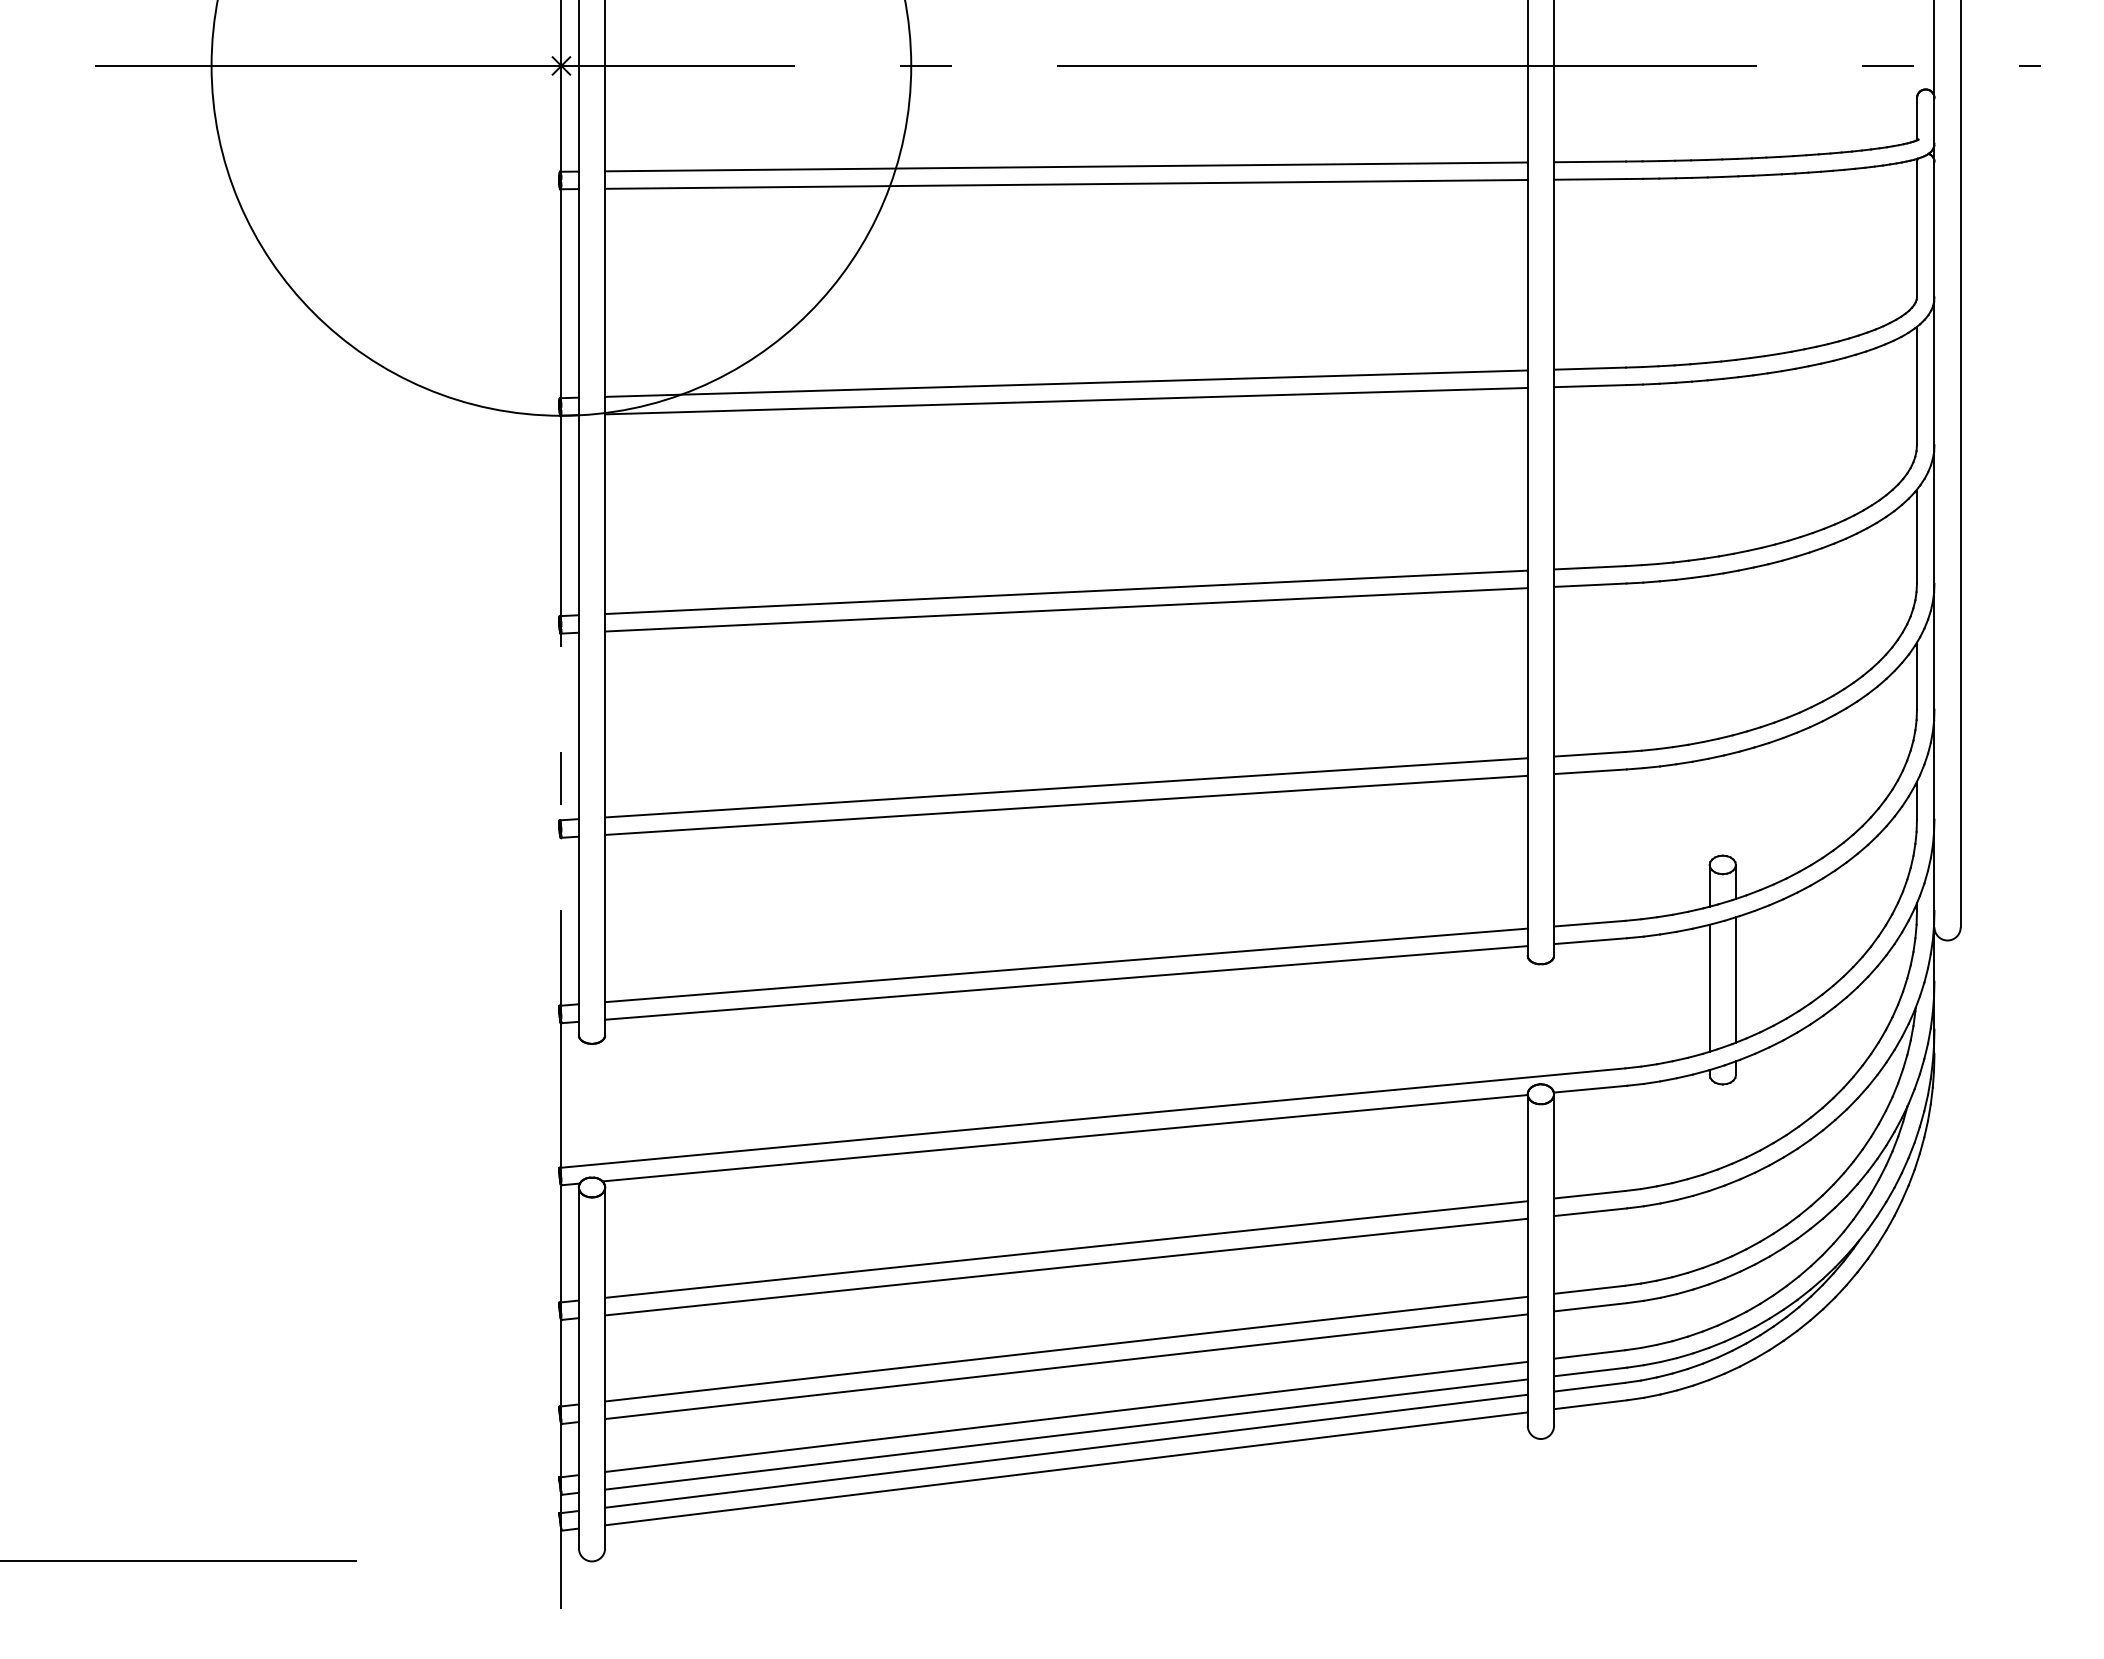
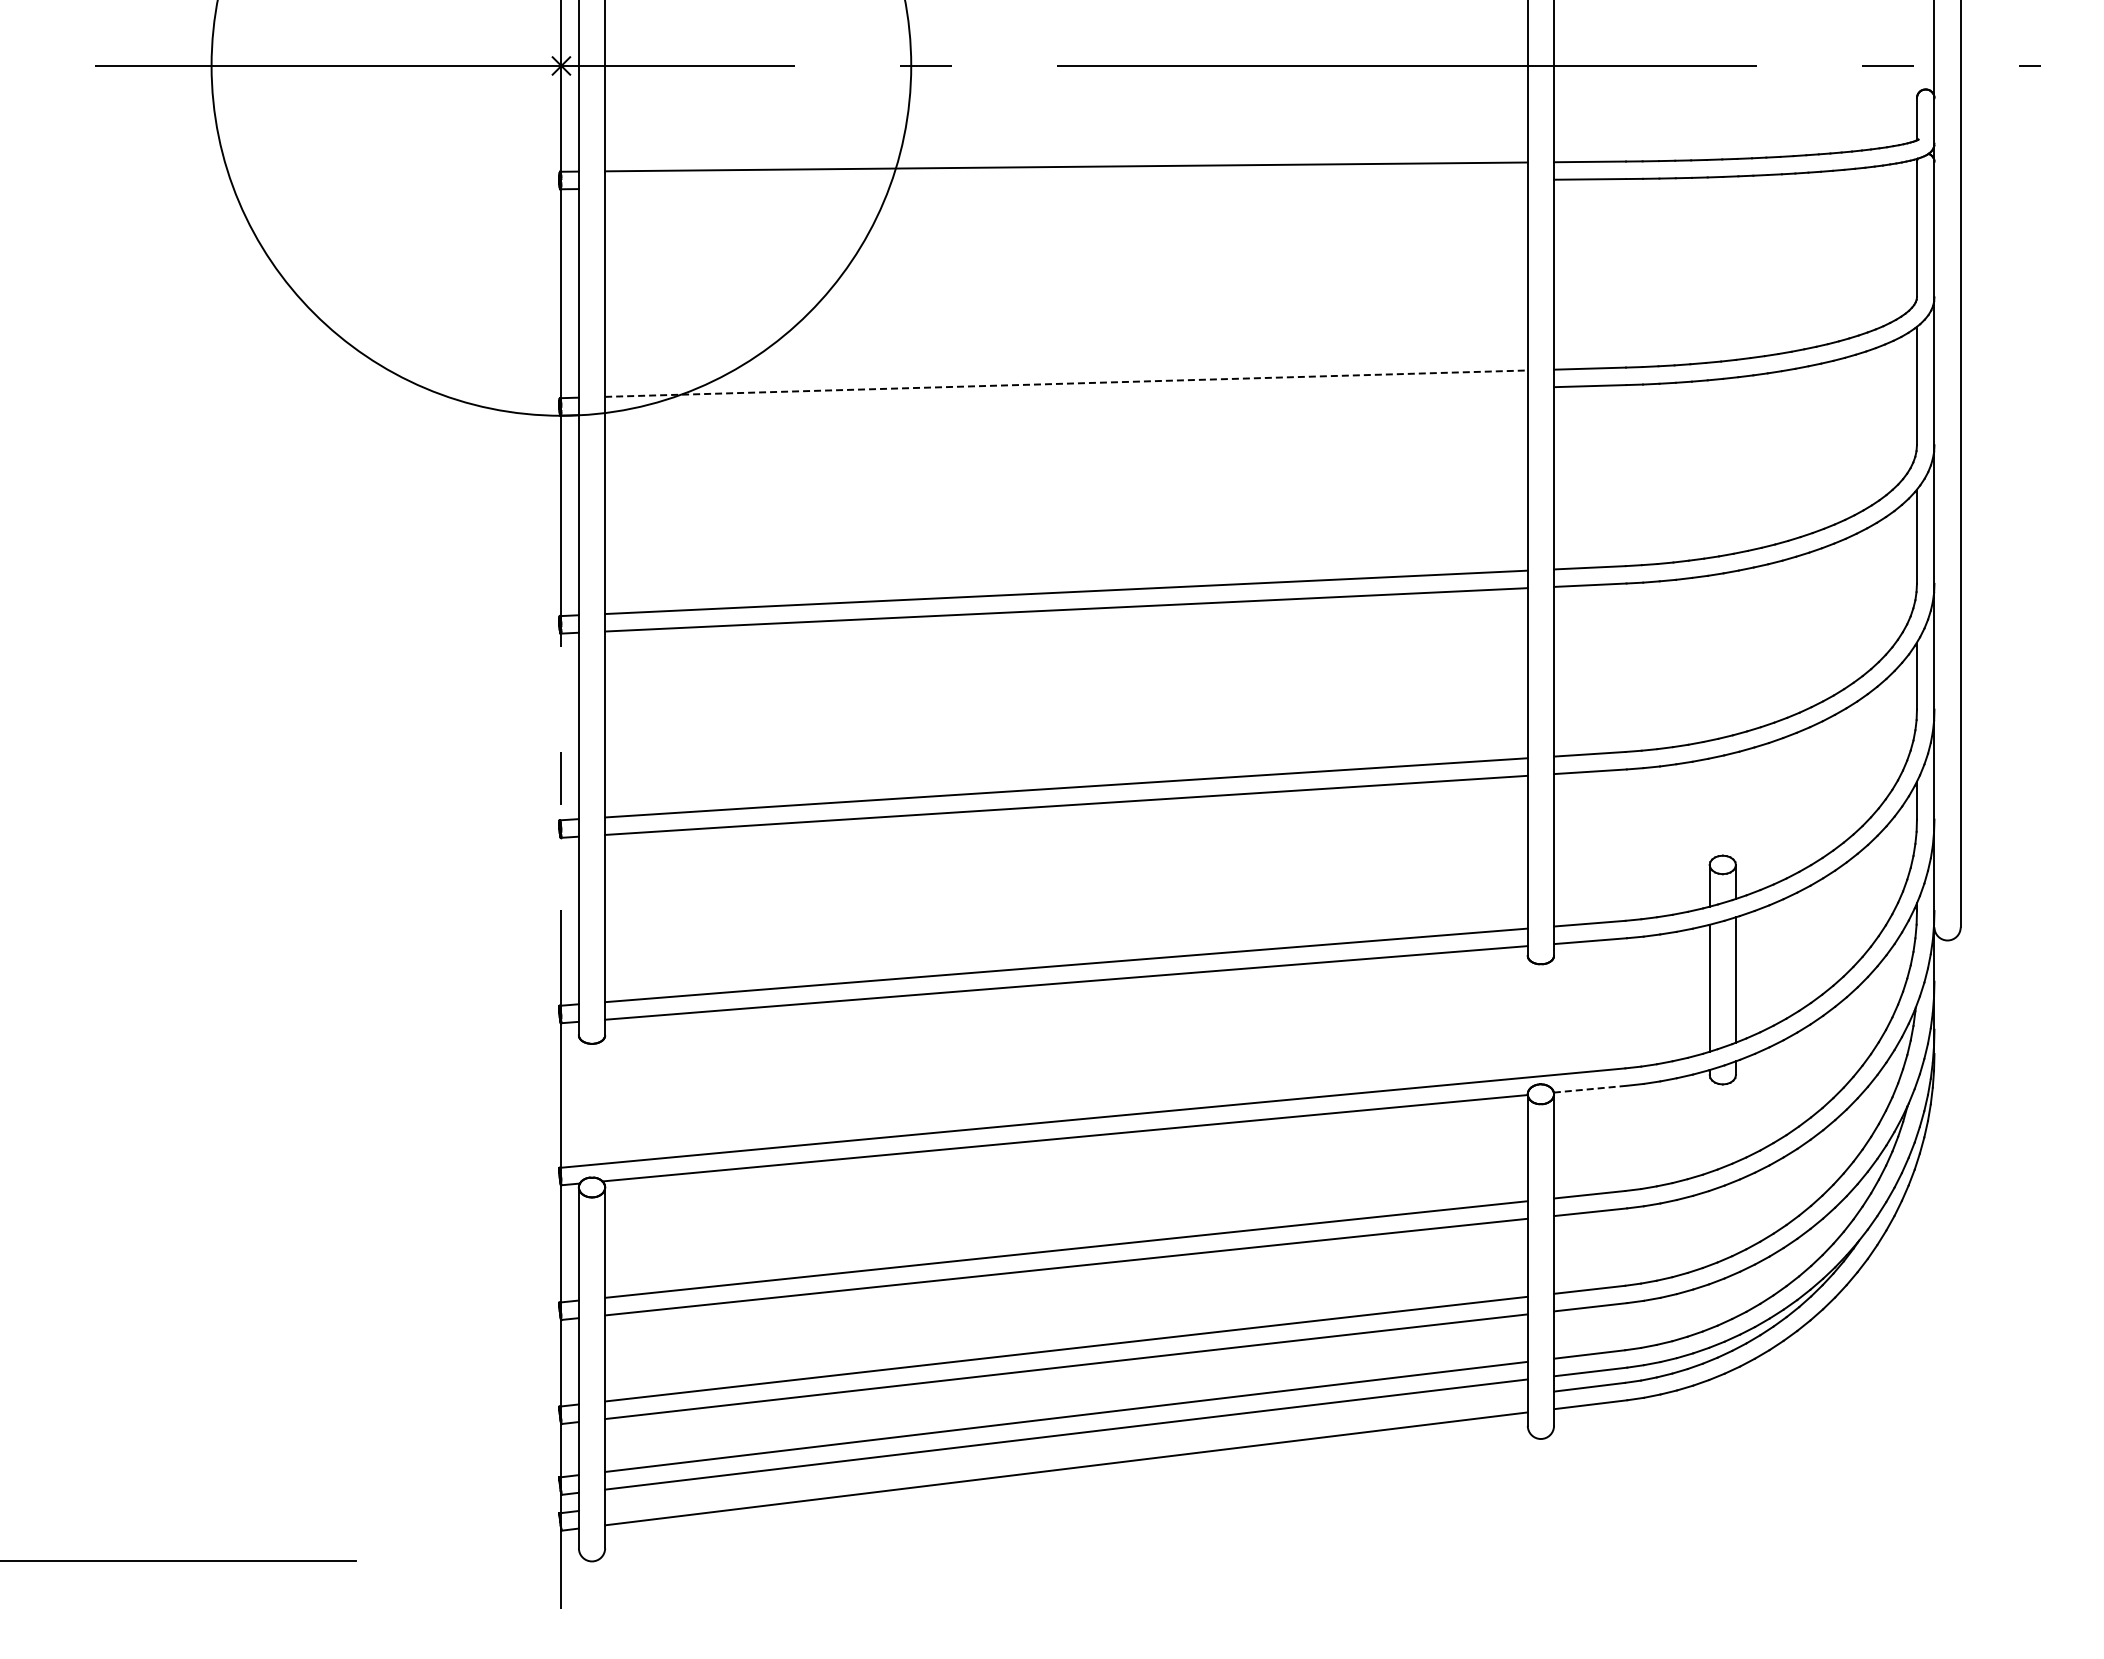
line at (1066, 184): present -> none
line at (1066, 383): solid -> dashed
line at (1066, 400): present -> none
line at (1590, 1089): solid -> dashed
line at (1066, 1450): present -> none
